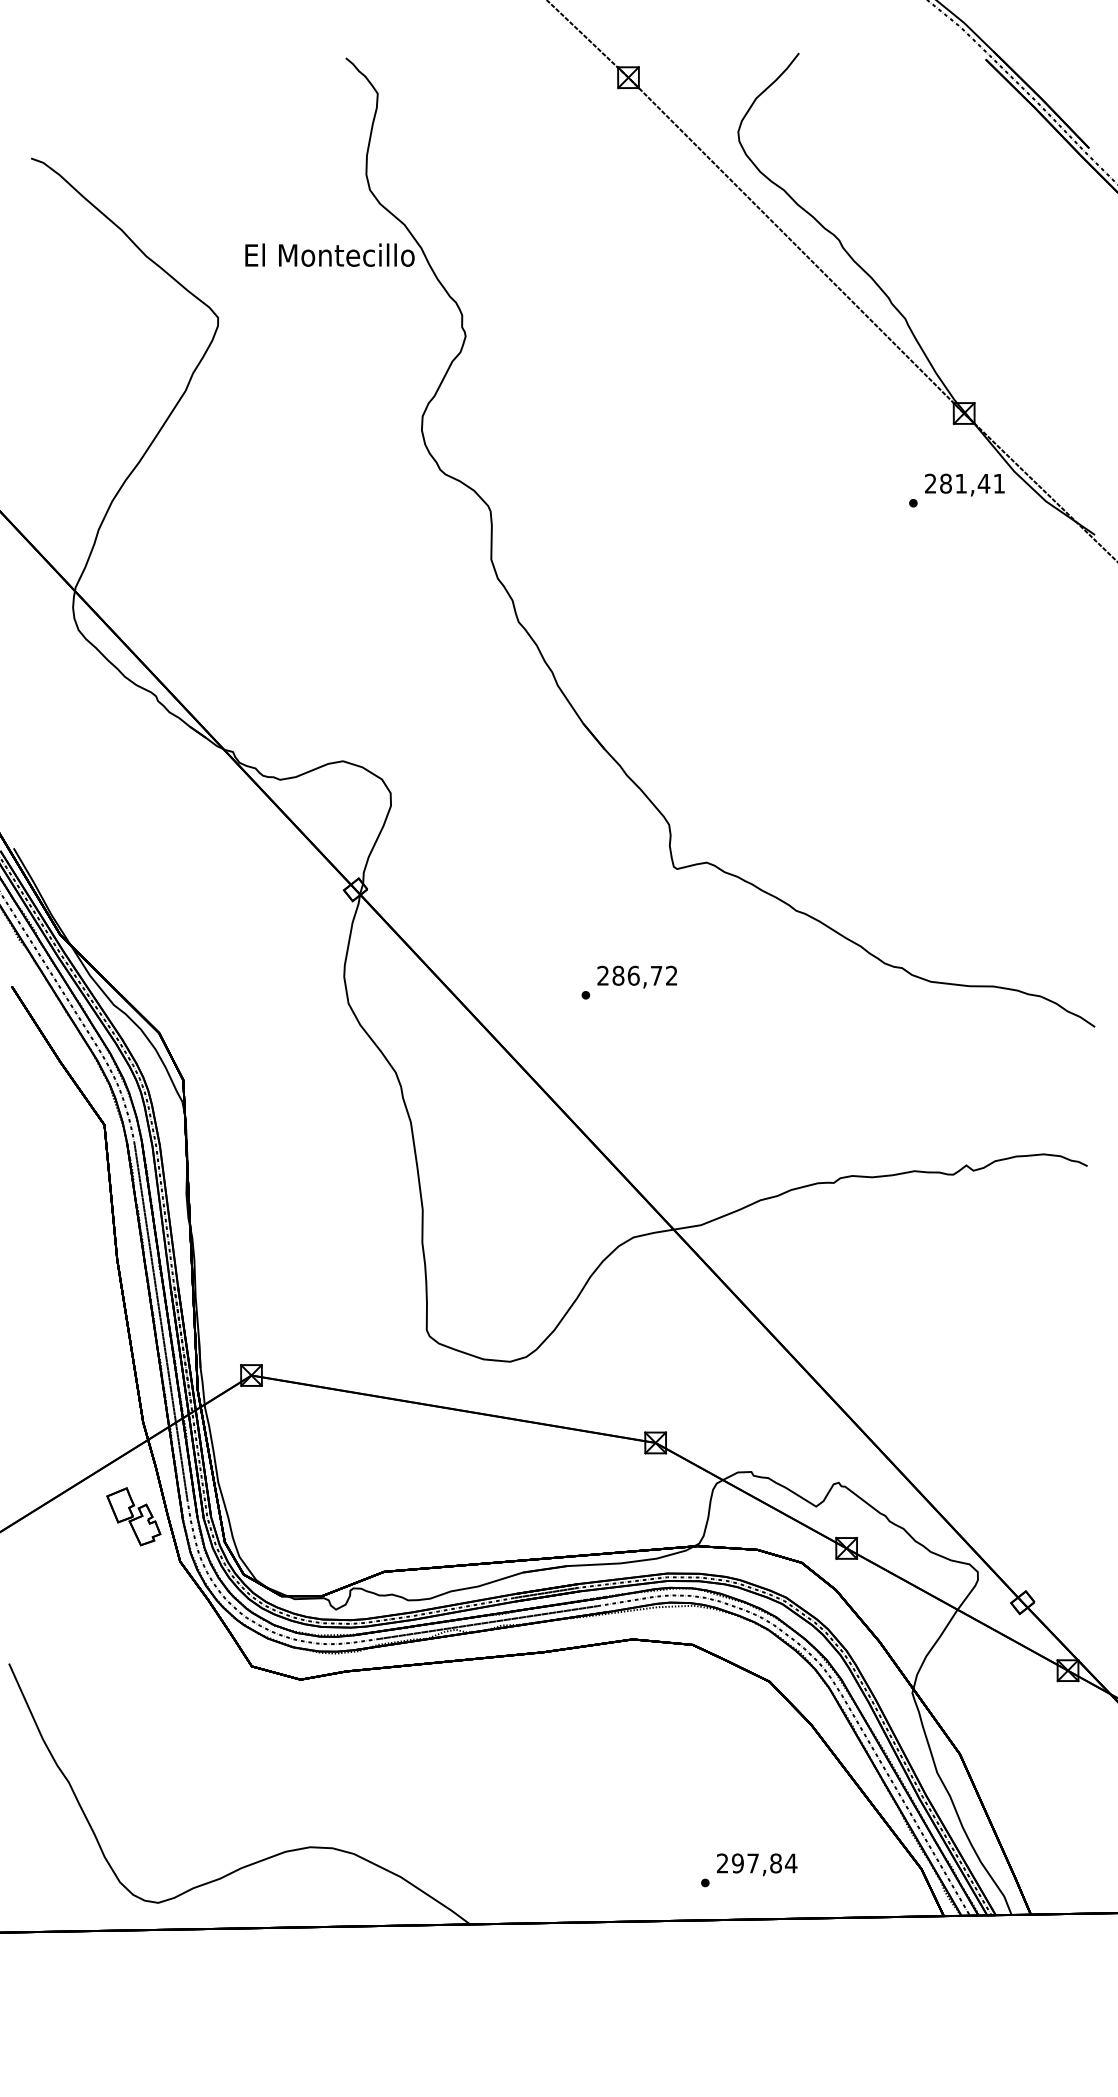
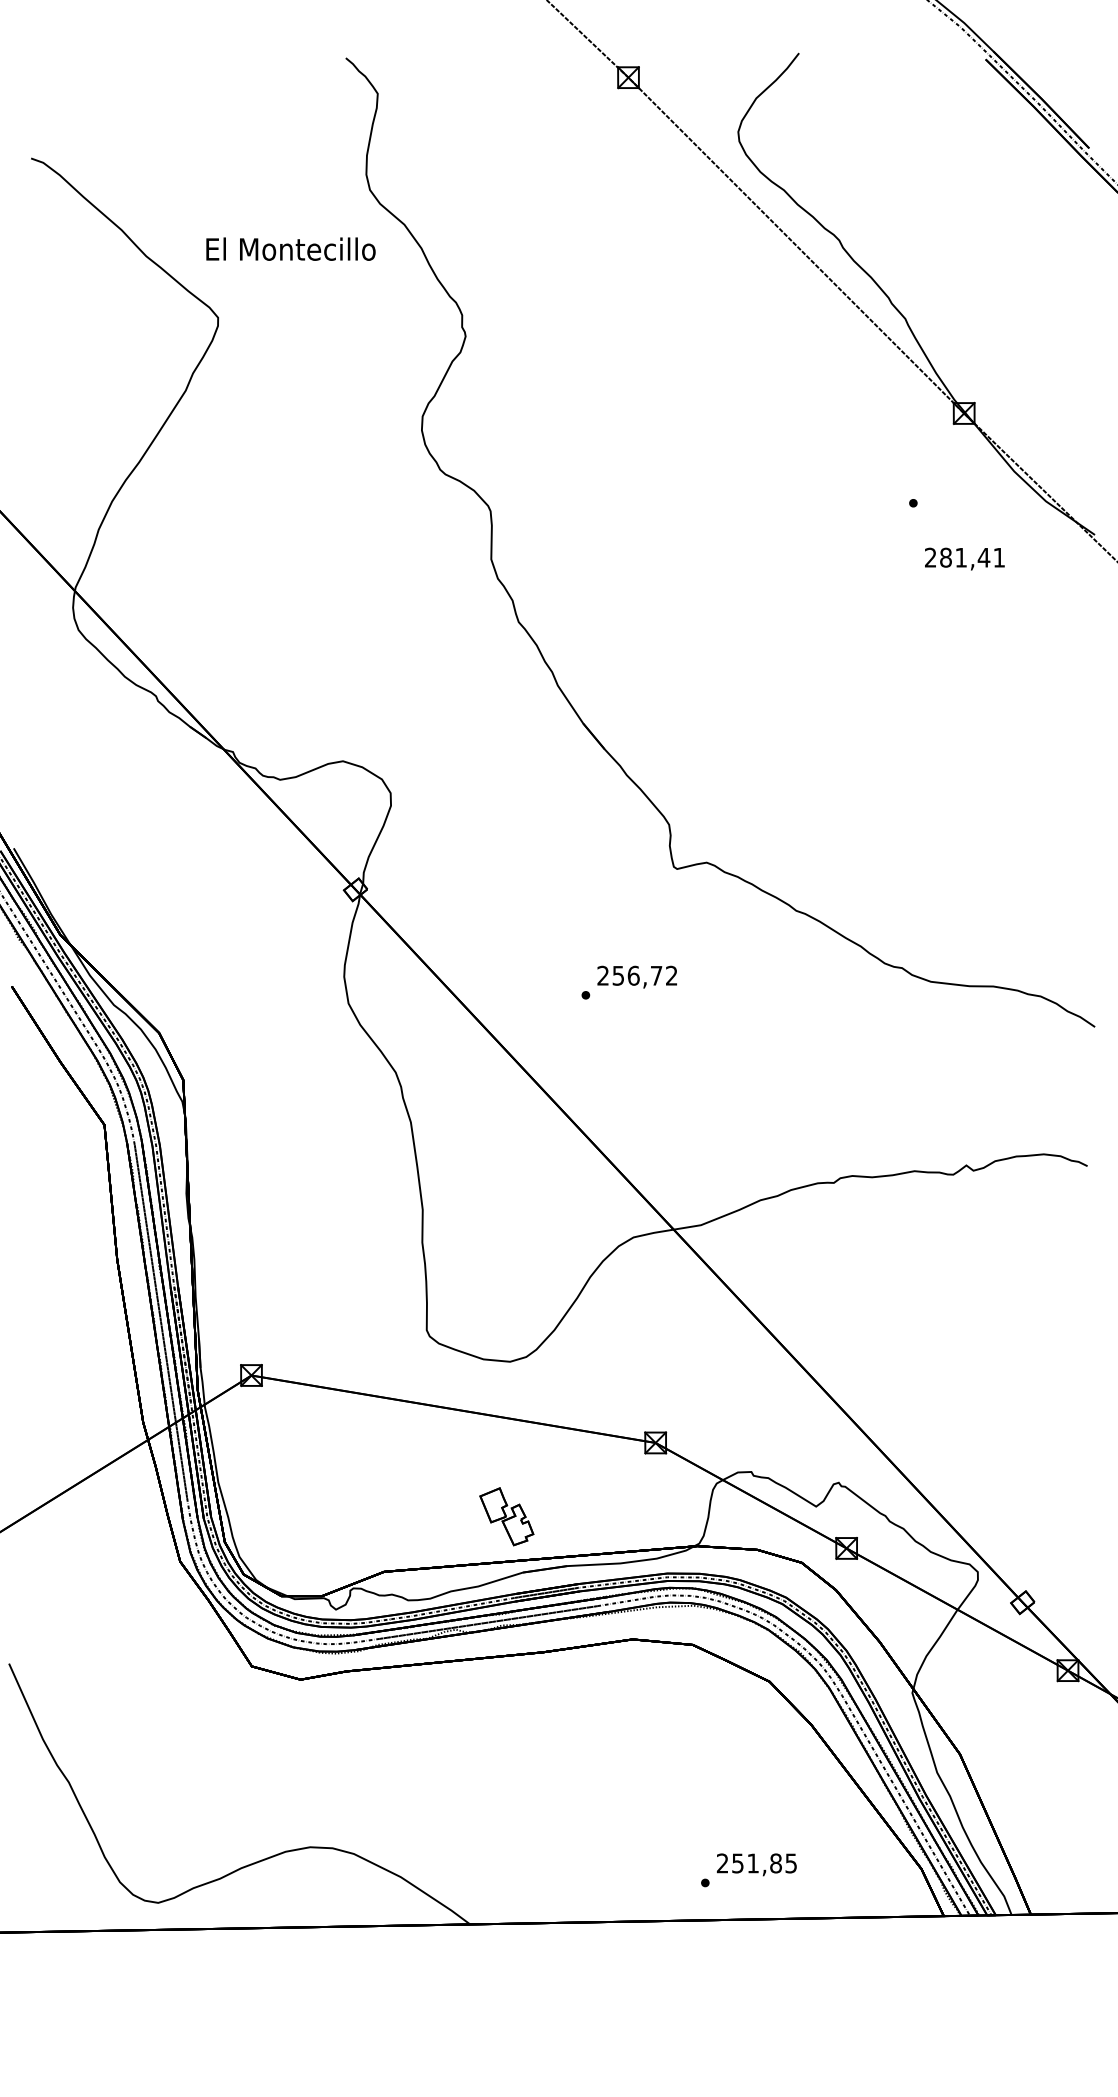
text at (329, 254) position: (329, 254) -> (290, 248)
text at (964, 484) position: (964, 484) -> (964, 558)
text at (618, 975): 286,72 -> 256,72
part at (133, 1516) position: (133, 1516) -> (506, 1516)
text at (764, 1863): 297,84 -> 251,85
